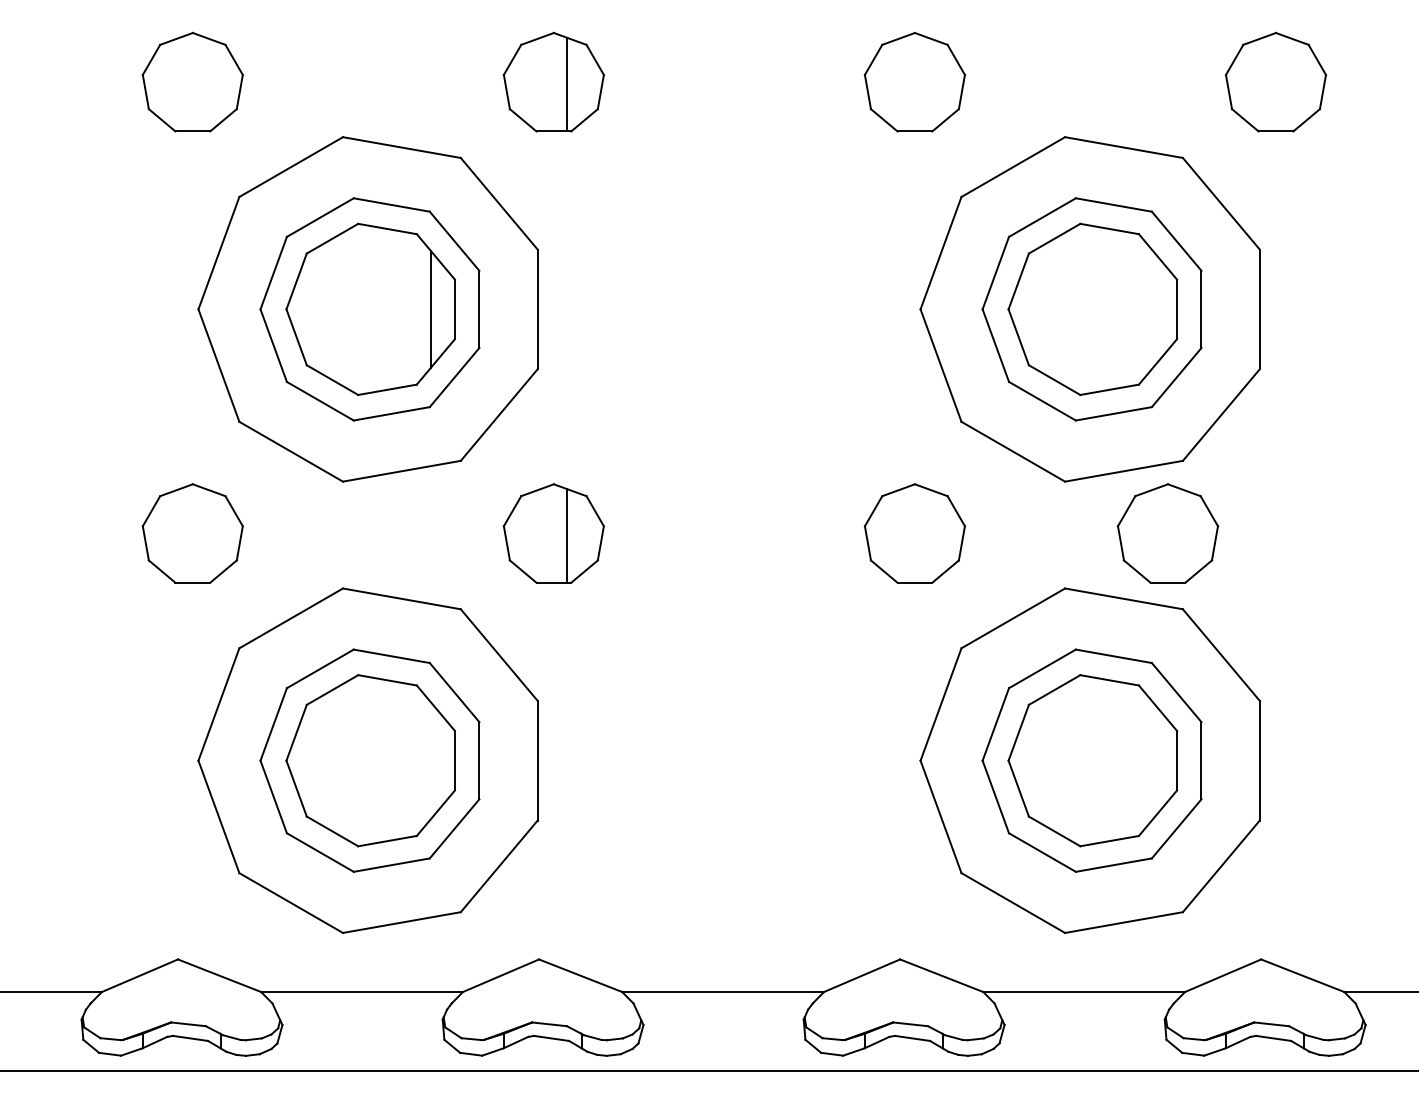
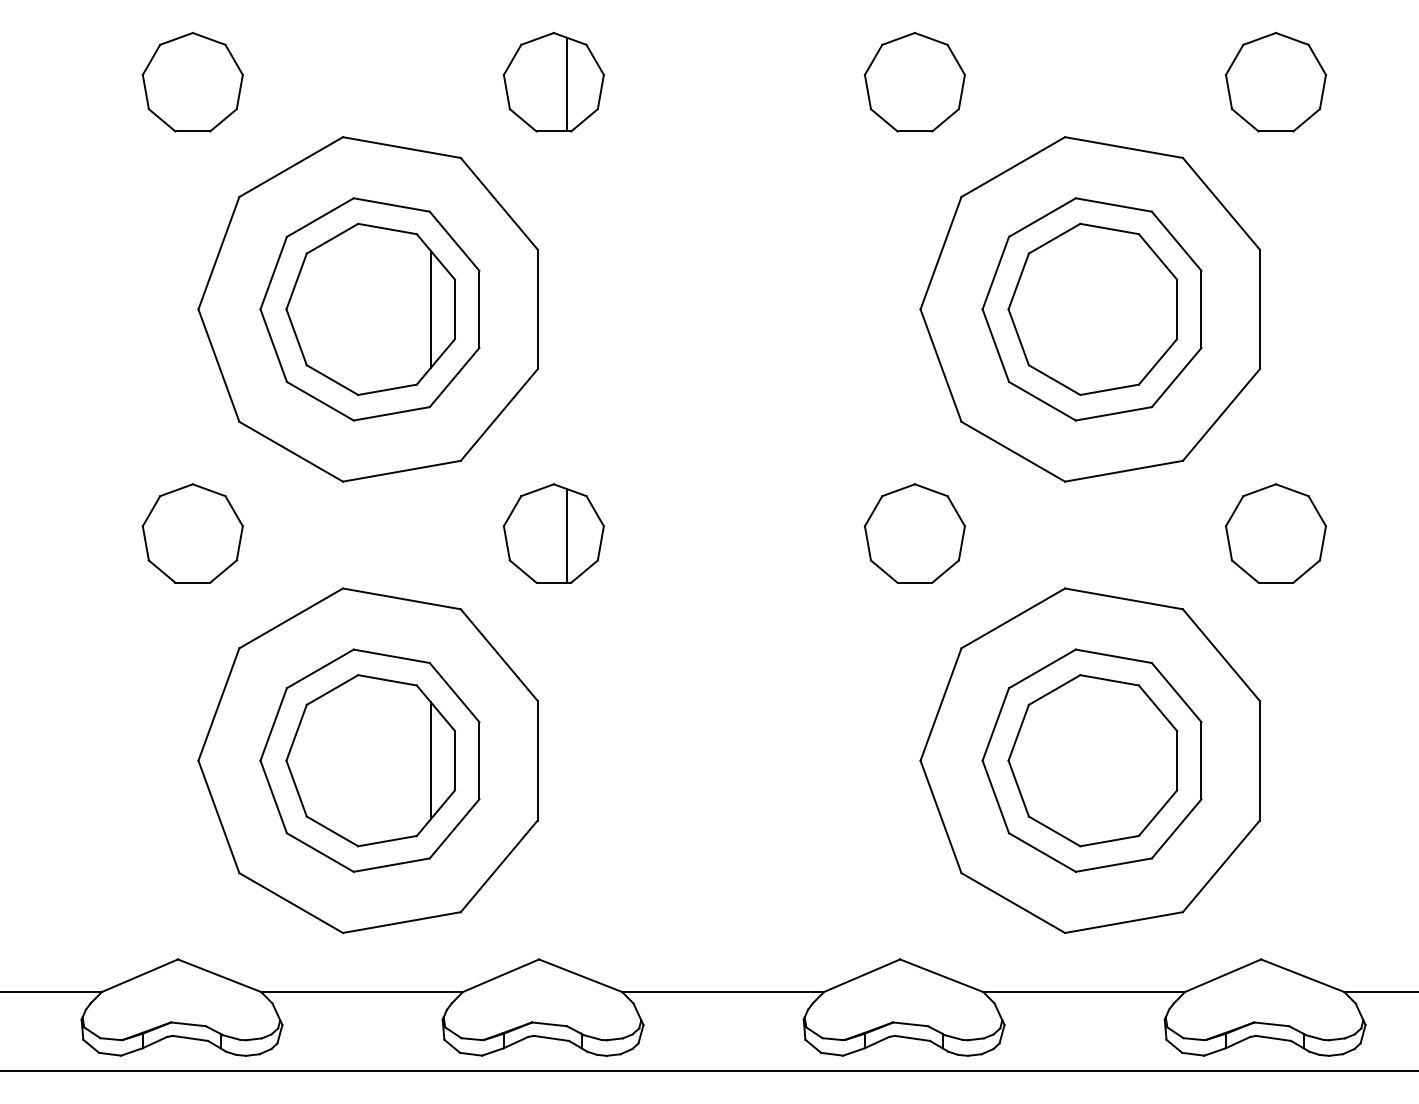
part at (1167, 533) position: (1167, 533) -> (1275, 533)
line at (430, 760): none -> present
